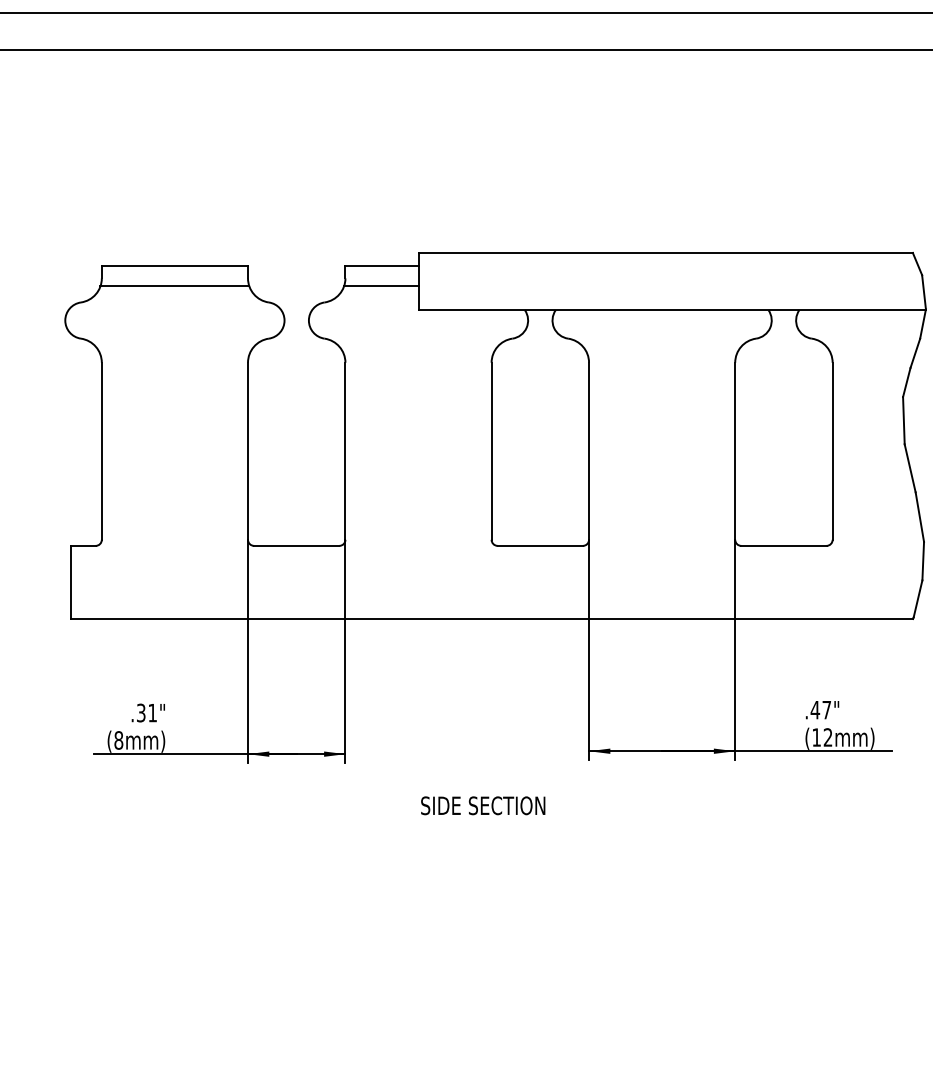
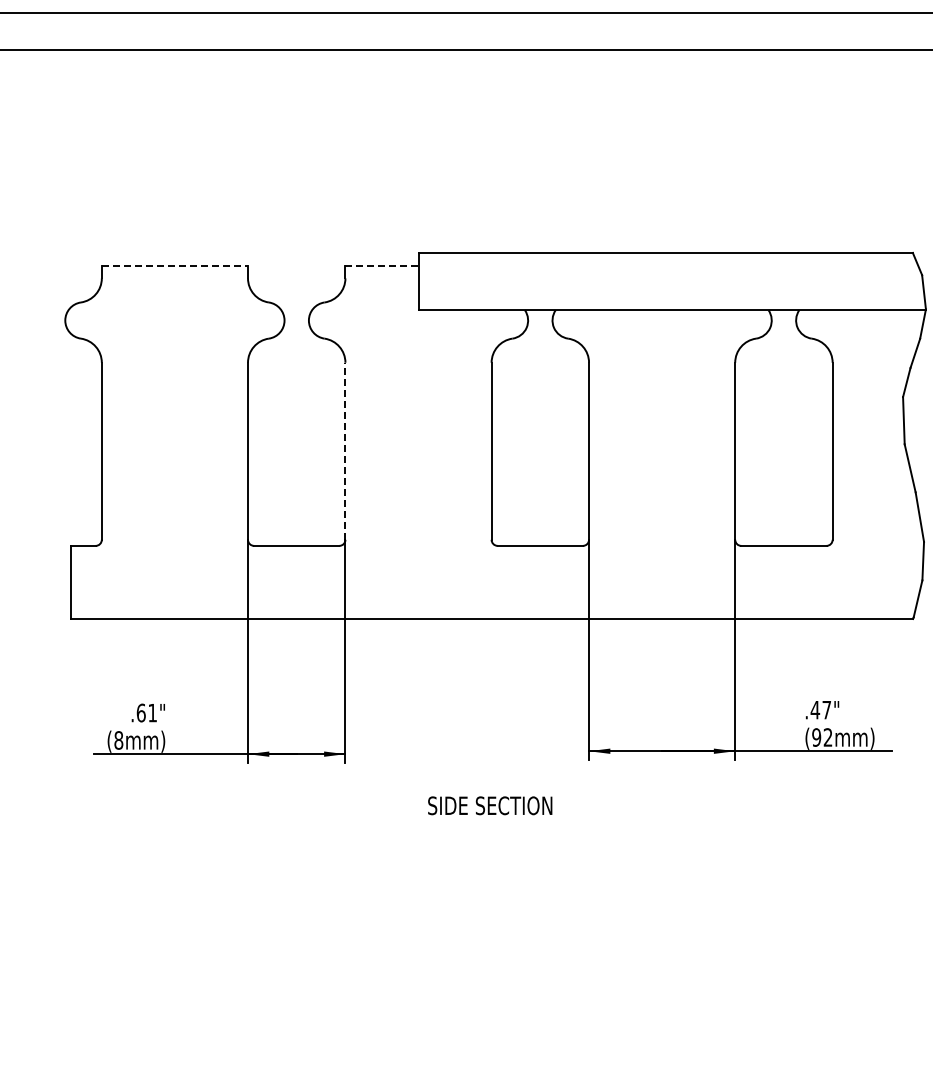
line at (175, 265): solid -> dashed
line at (381, 265): solid -> dashed
line at (174, 286): present -> none
line at (381, 286): present -> none
line at (345, 451): solid -> dashed
text at (140, 712): .31" -> .61"
text at (816, 737): (12mm) -> (92mm)
text at (483, 805) position: (483, 805) -> (490, 805)
